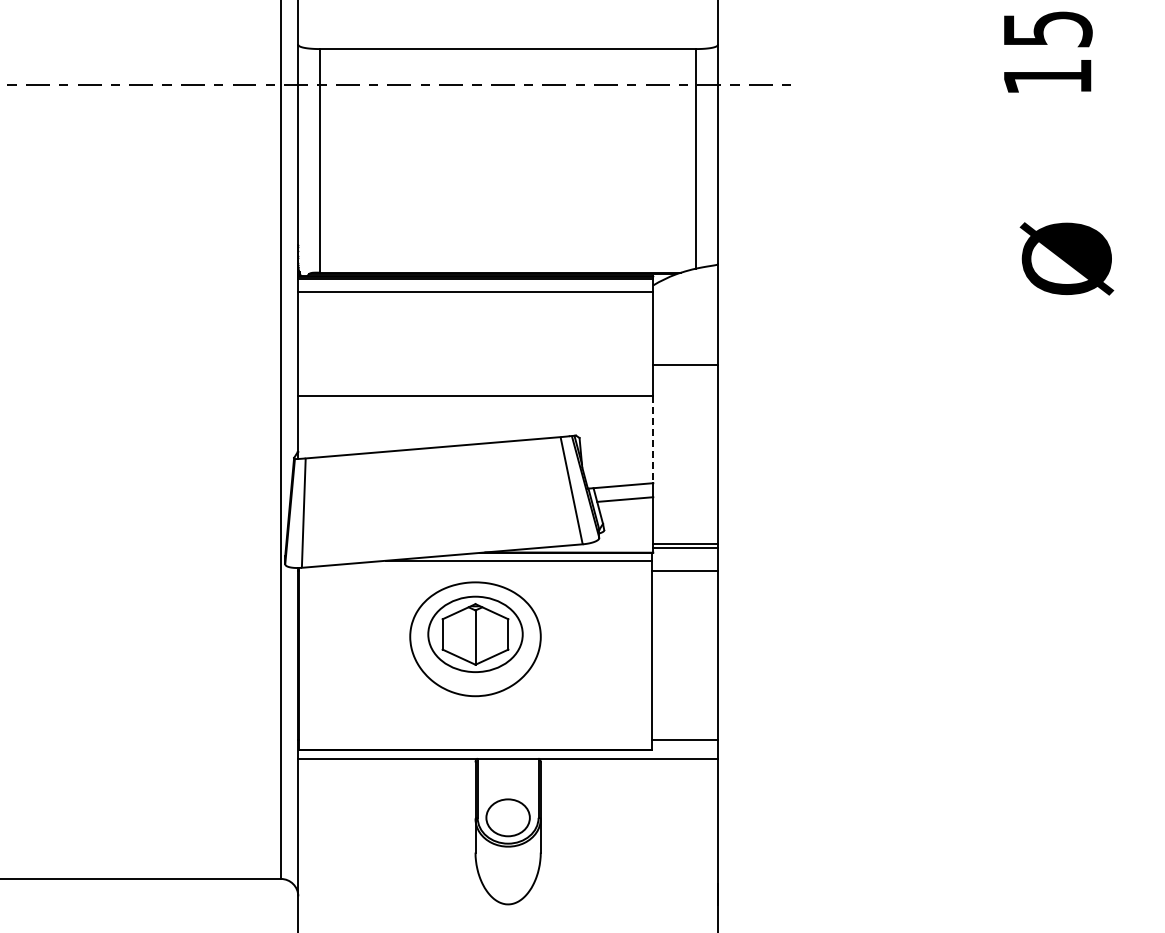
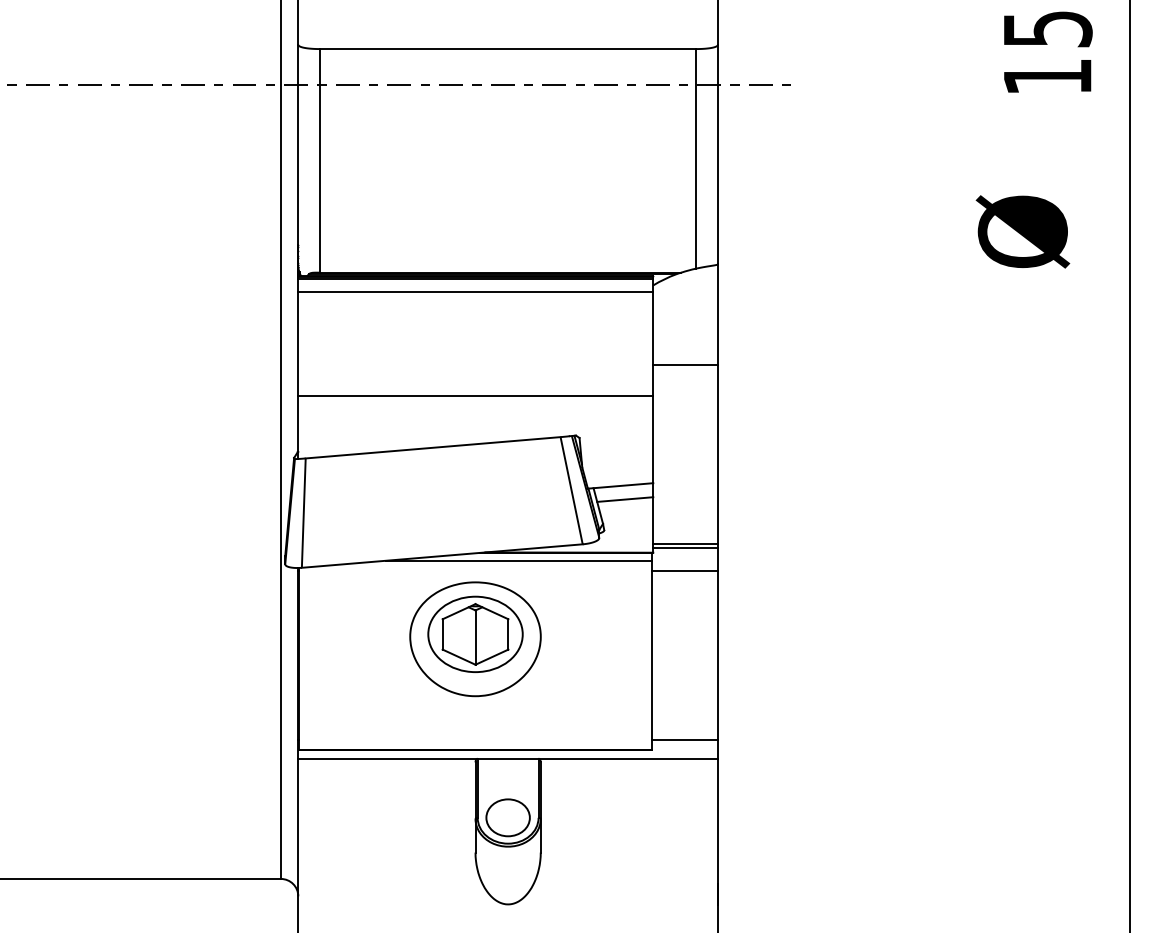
text at (1066, 258) position: (1066, 258) -> (1022, 231)
line at (653, 439): dashed -> solid
line at (1130, 465): none -> present
